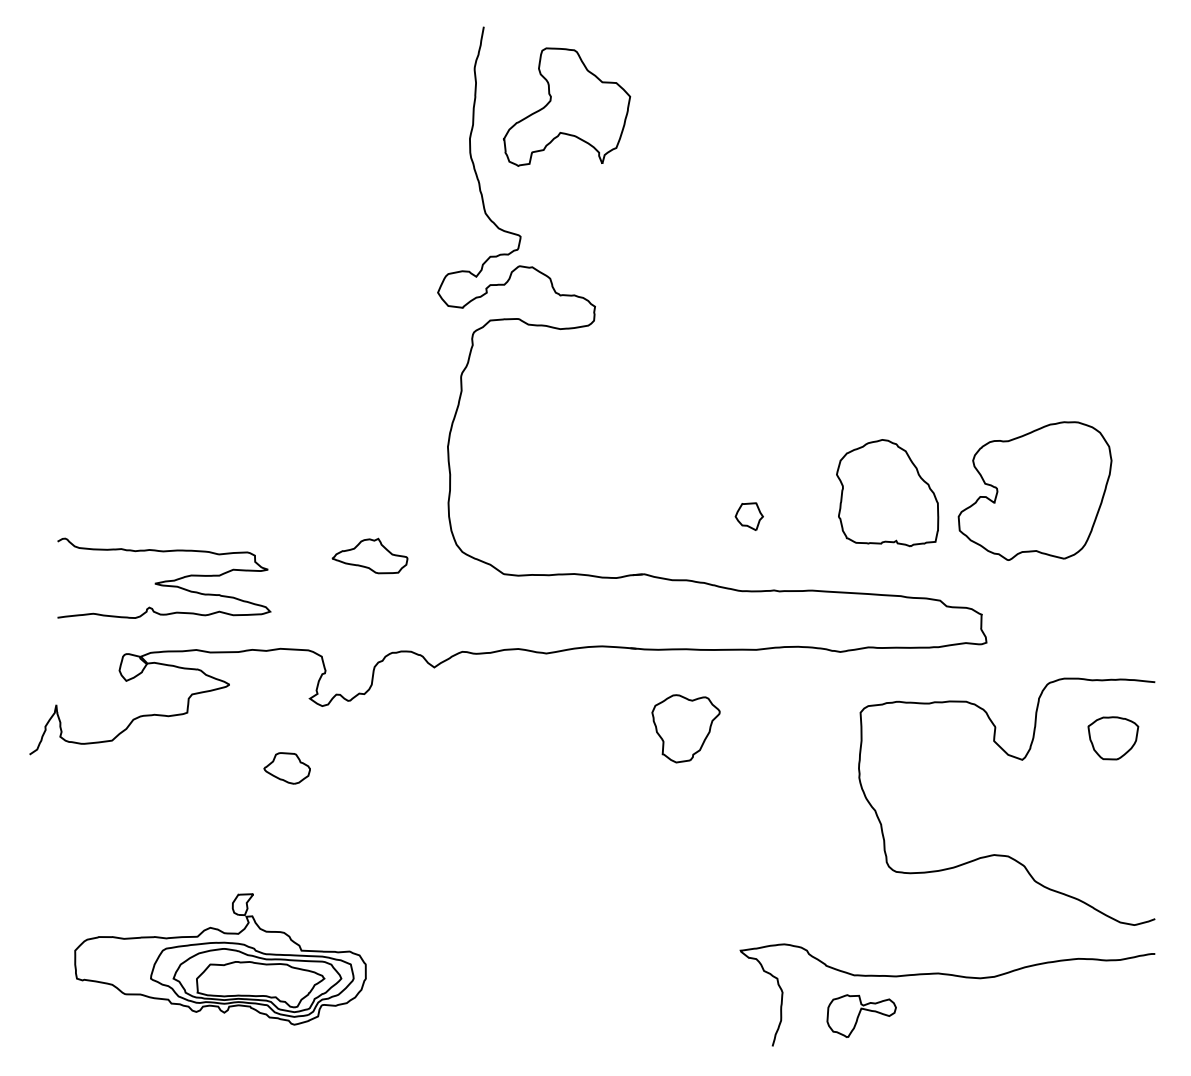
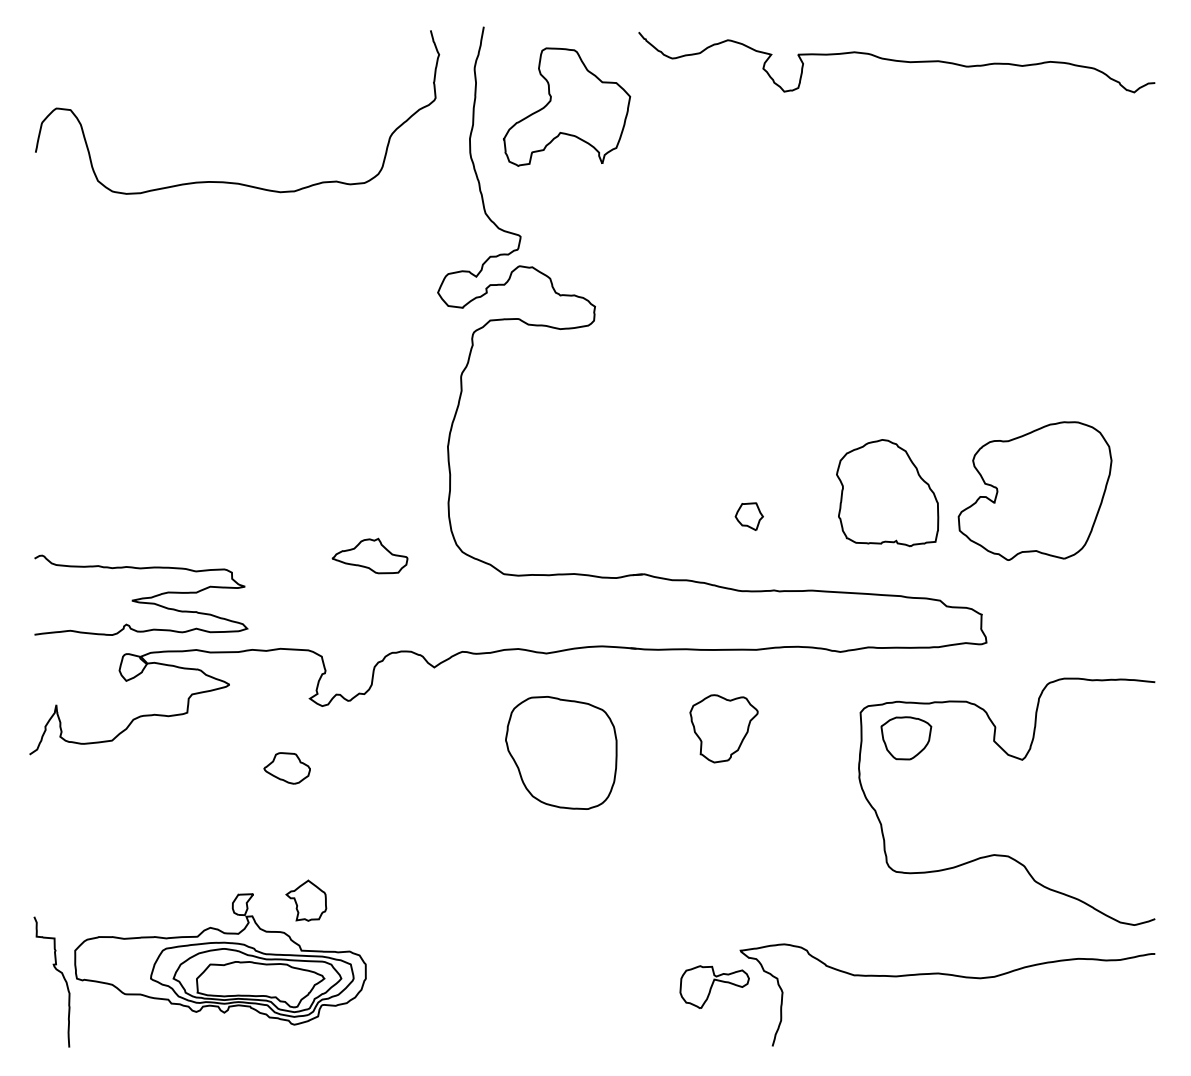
curve at (896, 61): none -> present
curve at (228, 181): none -> present
curve at (164, 580) position: (164, 580) -> (141, 597)
part at (685, 728) position: (685, 728) -> (723, 728)
part at (1113, 738) position: (1113, 738) -> (906, 738)
part at (561, 752): none -> present
part at (306, 900): none -> present
curve at (57, 971): none -> present
part at (861, 1015) position: (861, 1015) -> (714, 986)
